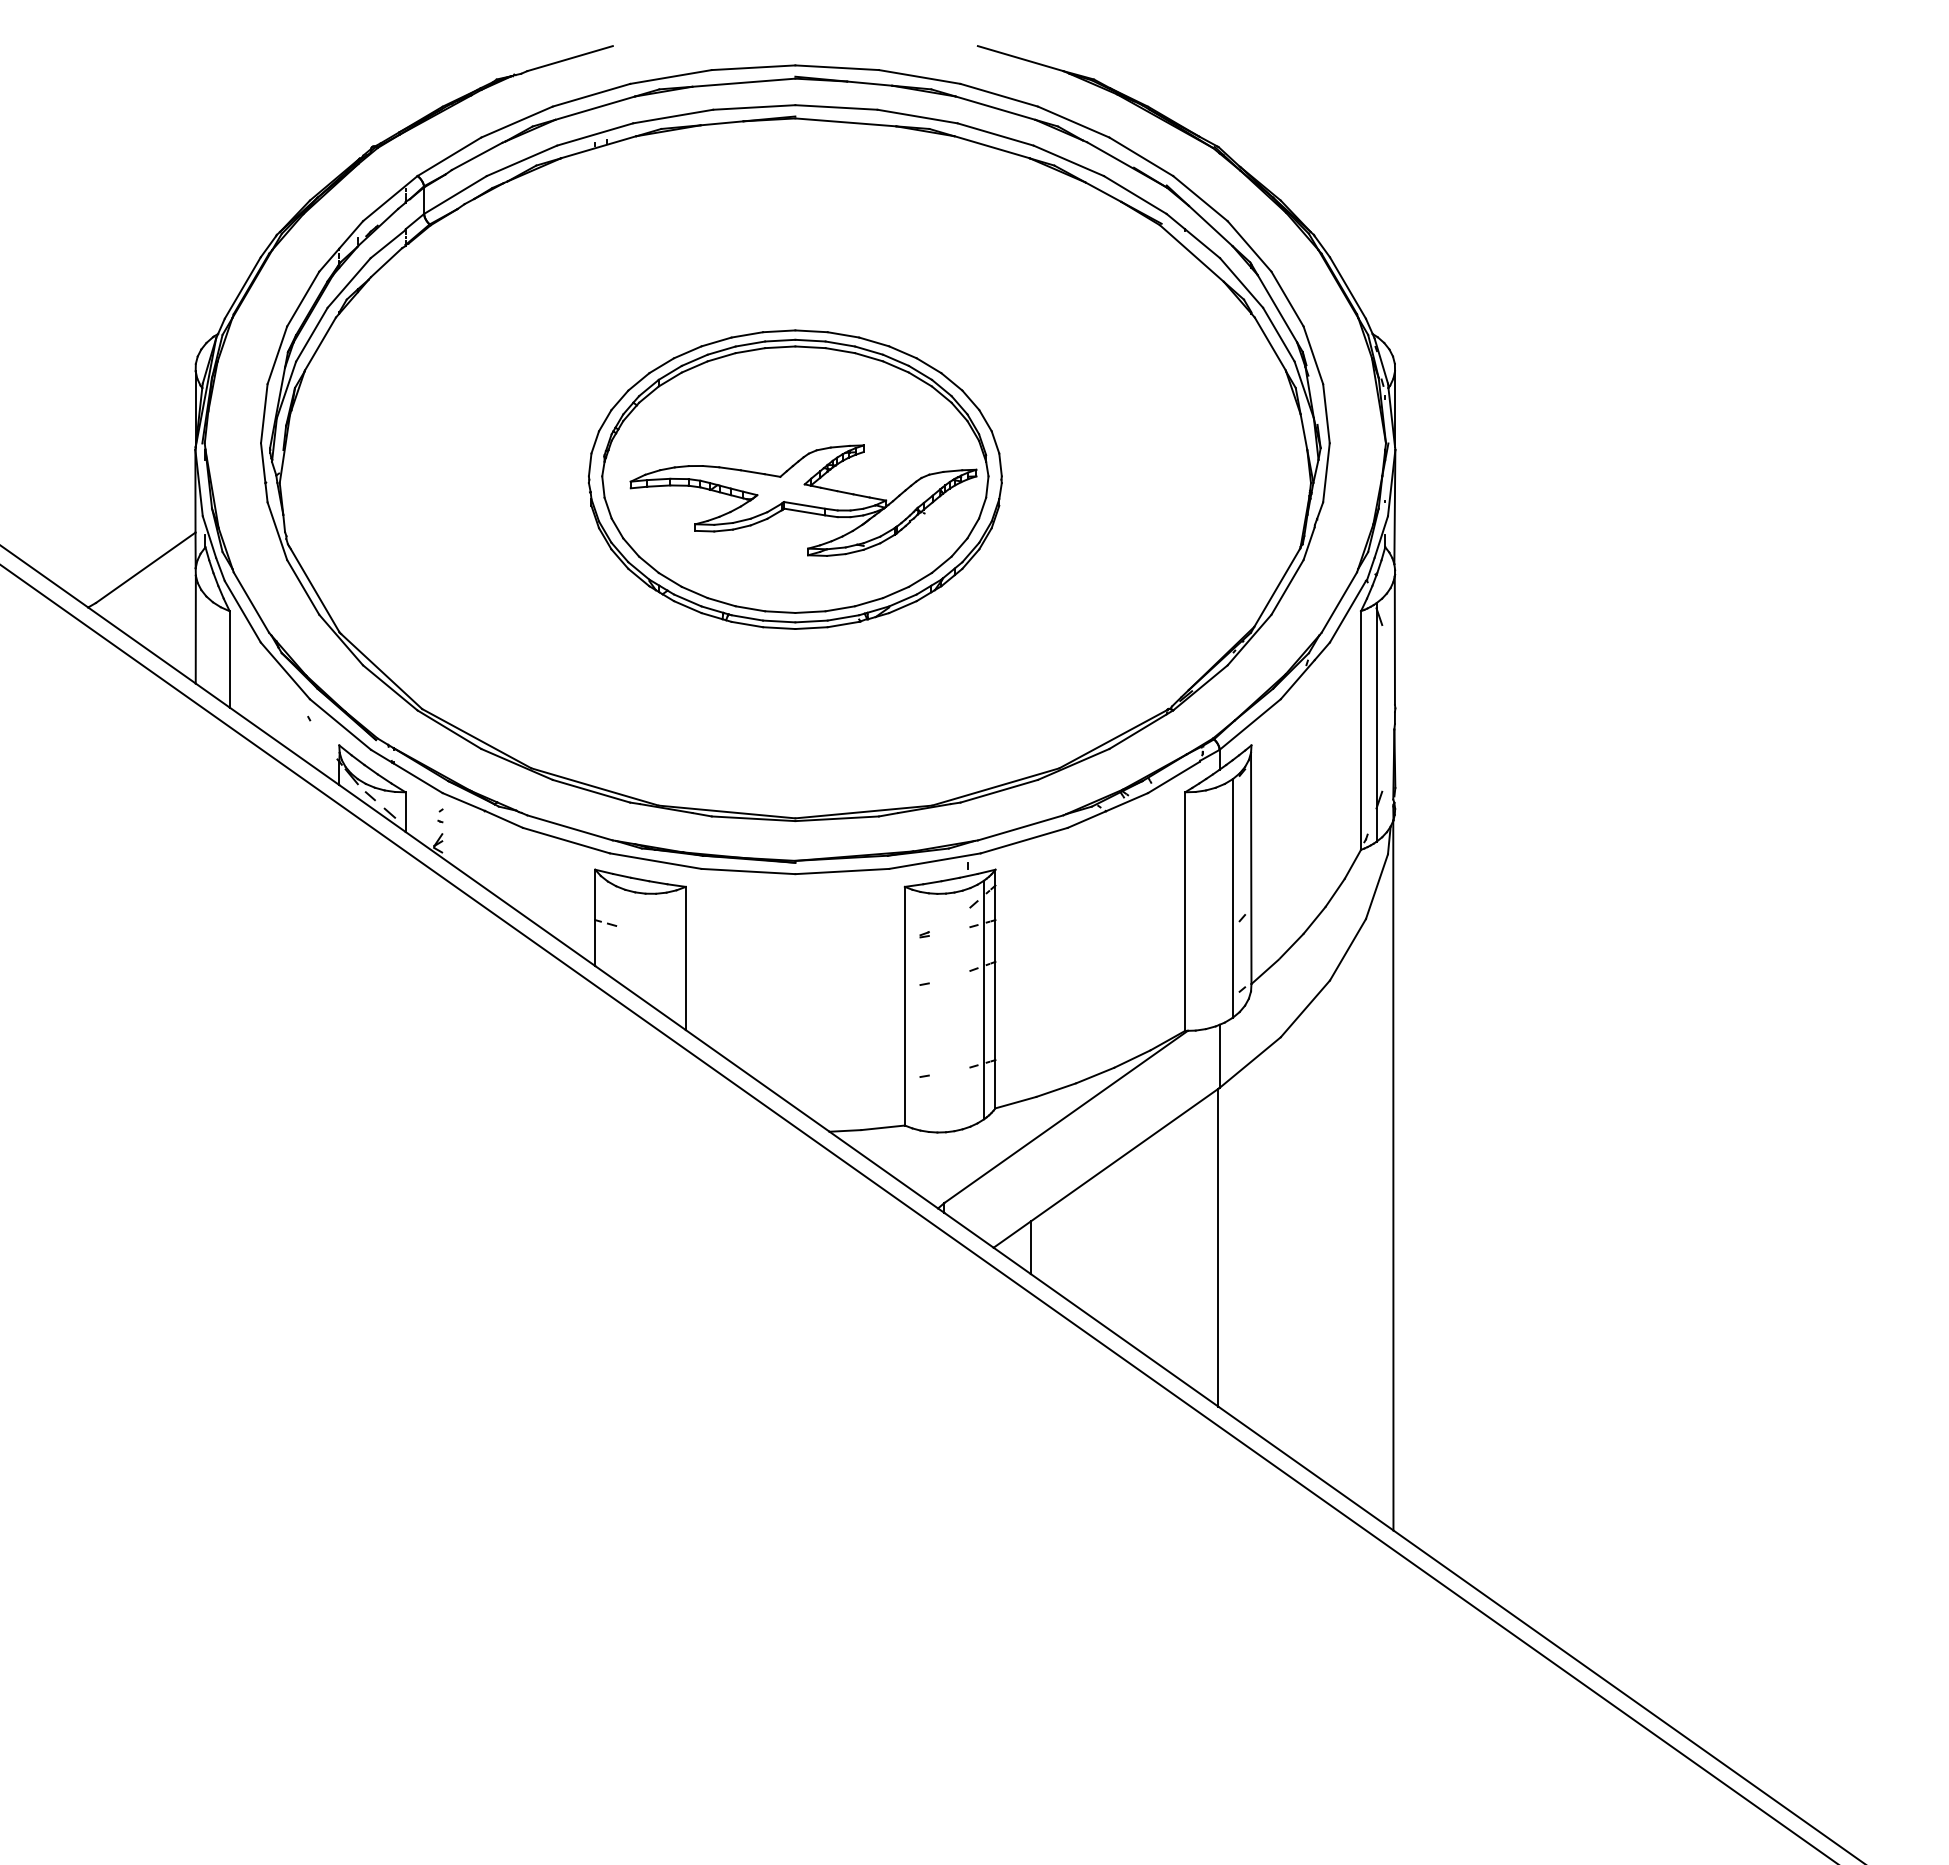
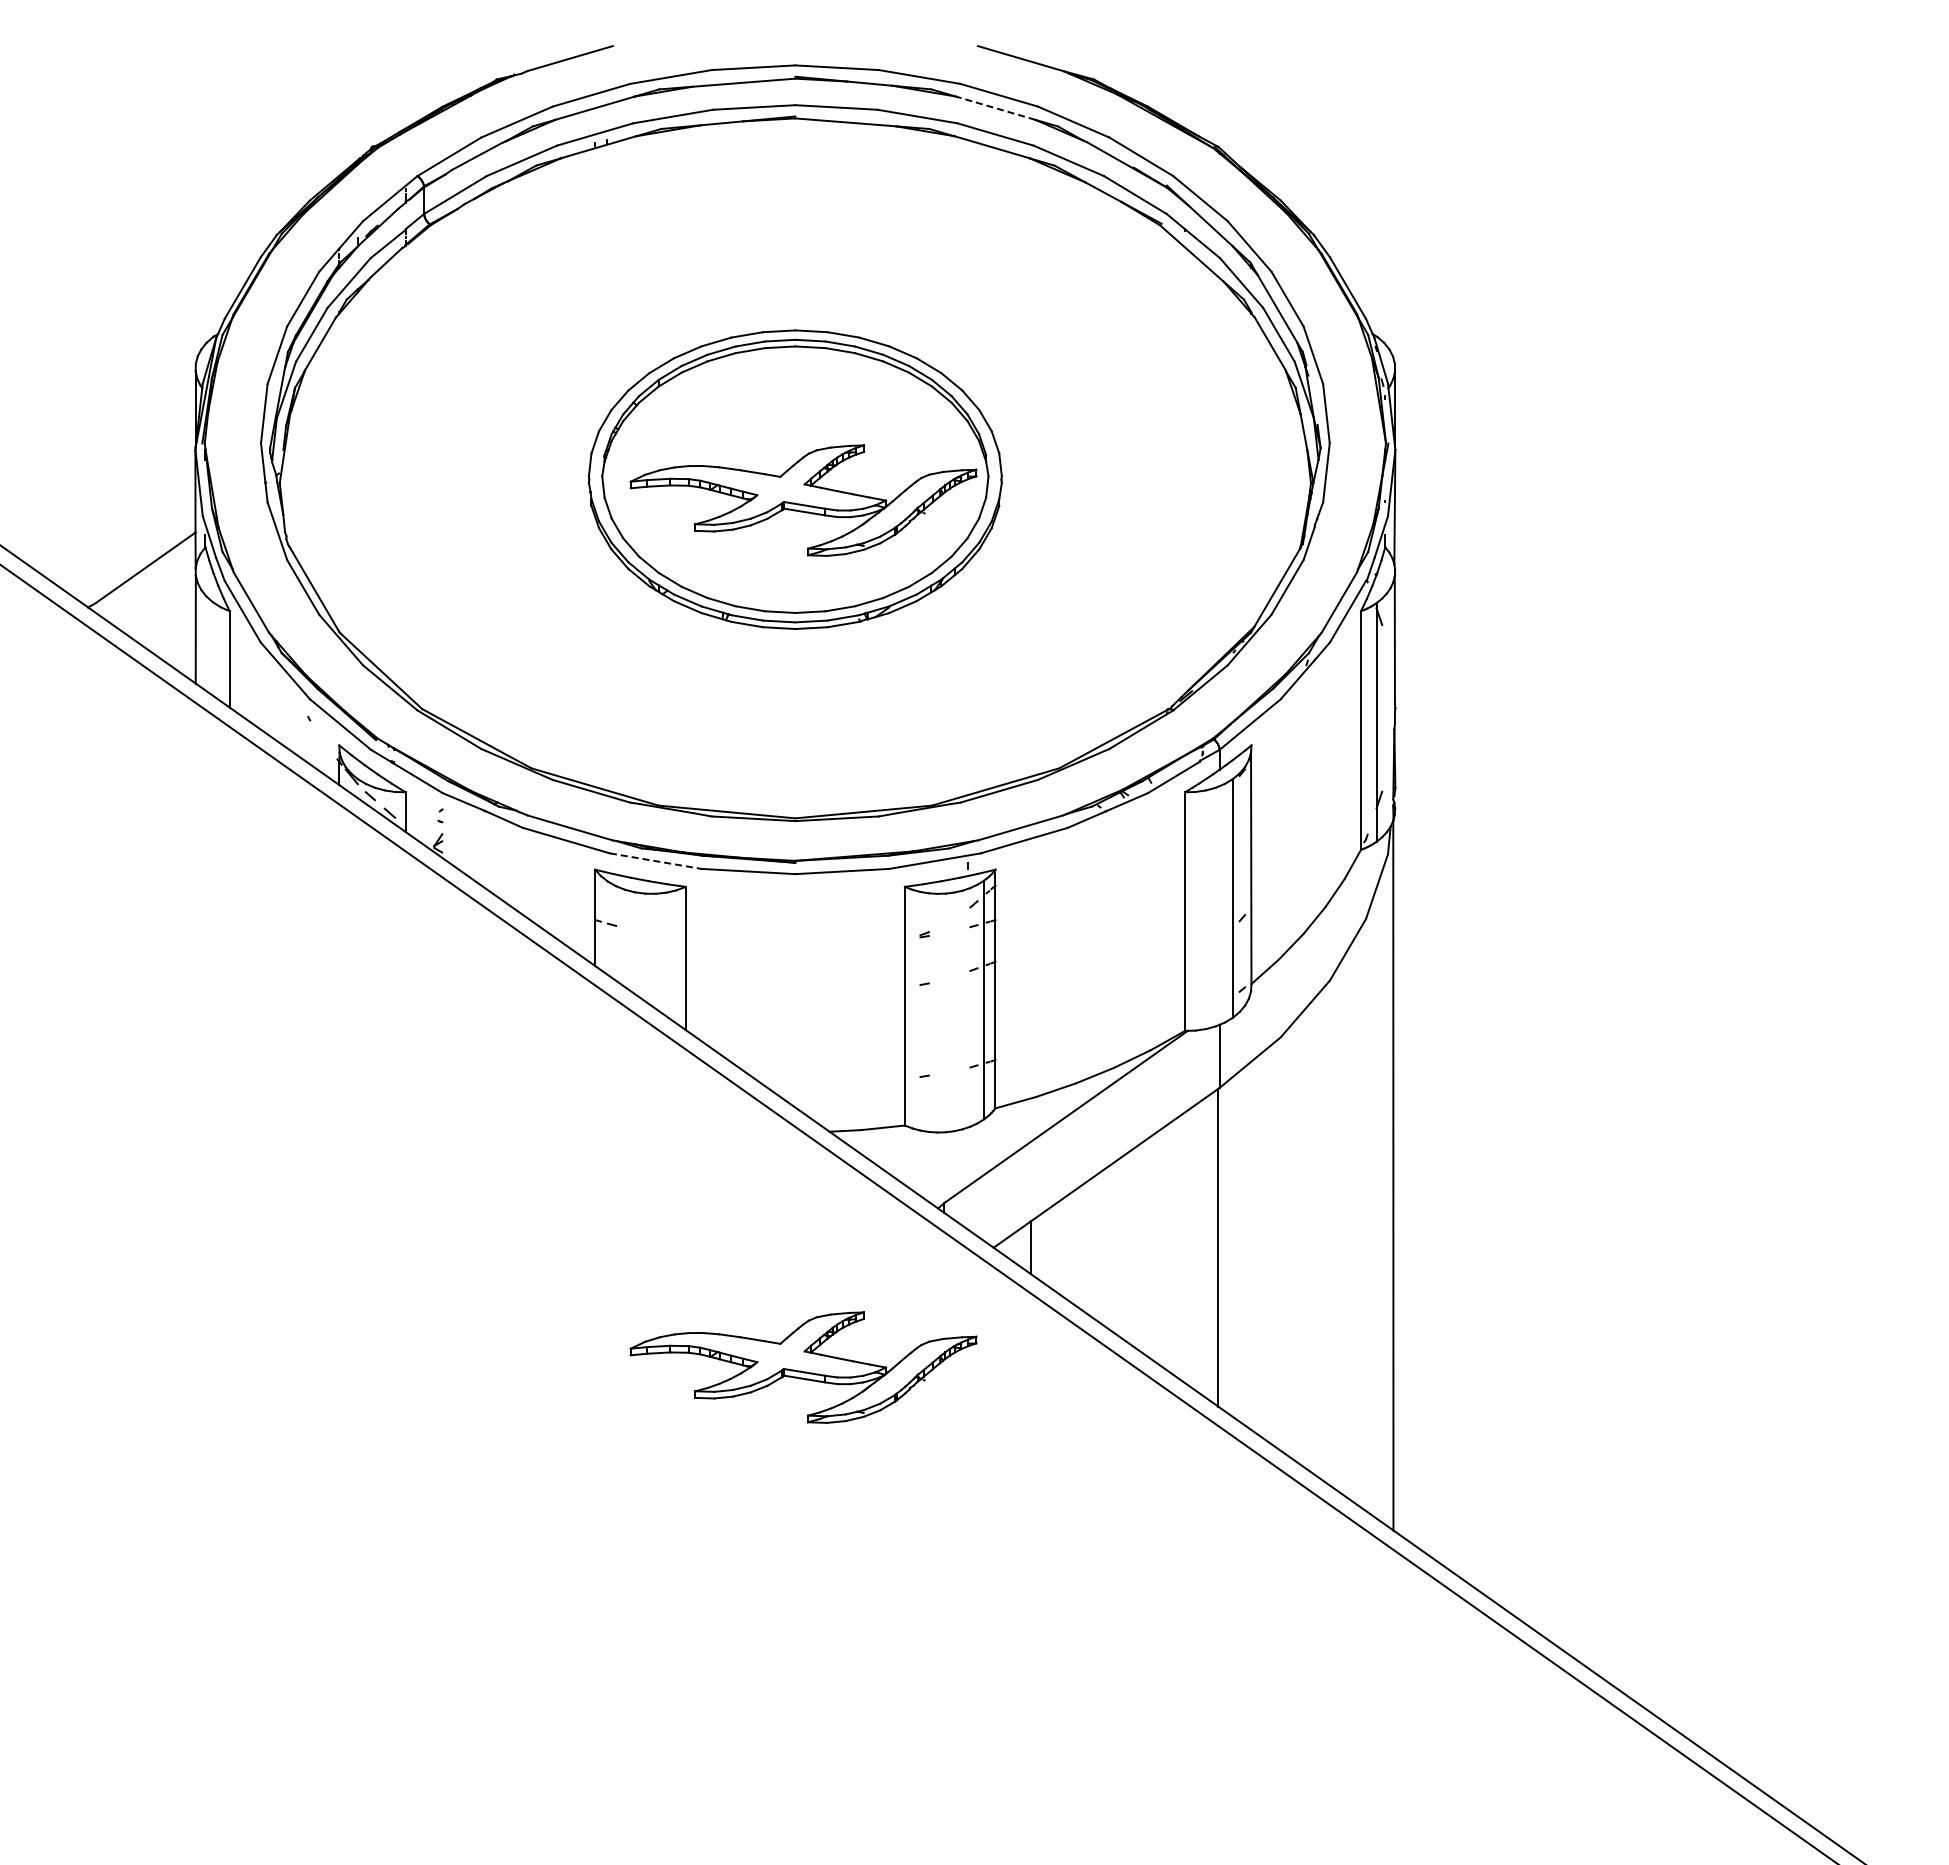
line at (995, 108): solid -> dashed
line at (656, 861): solid -> dashed
part at (803, 1367): none -> present
